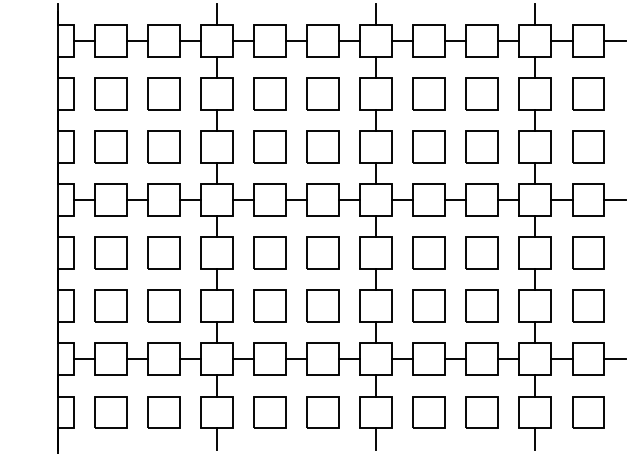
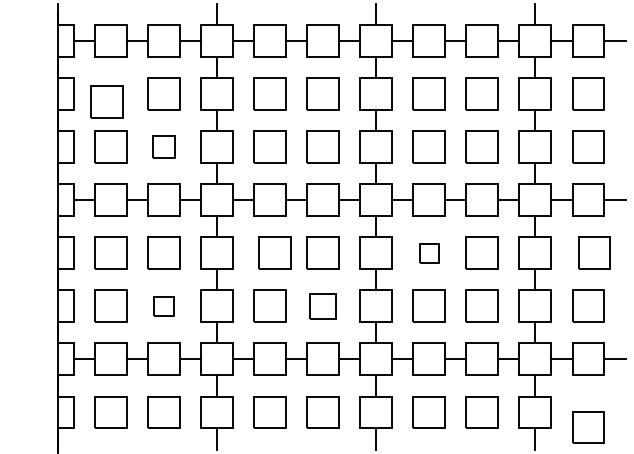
part at (110, 93) position: (110, 93) -> (106, 101)
part at (163, 146) size: 34x34 px -> 24x24 px
part at (269, 252) position: (269, 252) -> (274, 252)
part at (428, 252) size: 34x34 px -> 21x21 px
part at (588, 252) position: (588, 252) -> (594, 252)
part at (163, 305) size: 34x34 px -> 22x21 px
part at (322, 305) size: 34x34 px -> 28x27 px
part at (588, 412) position: (588, 412) -> (588, 427)
